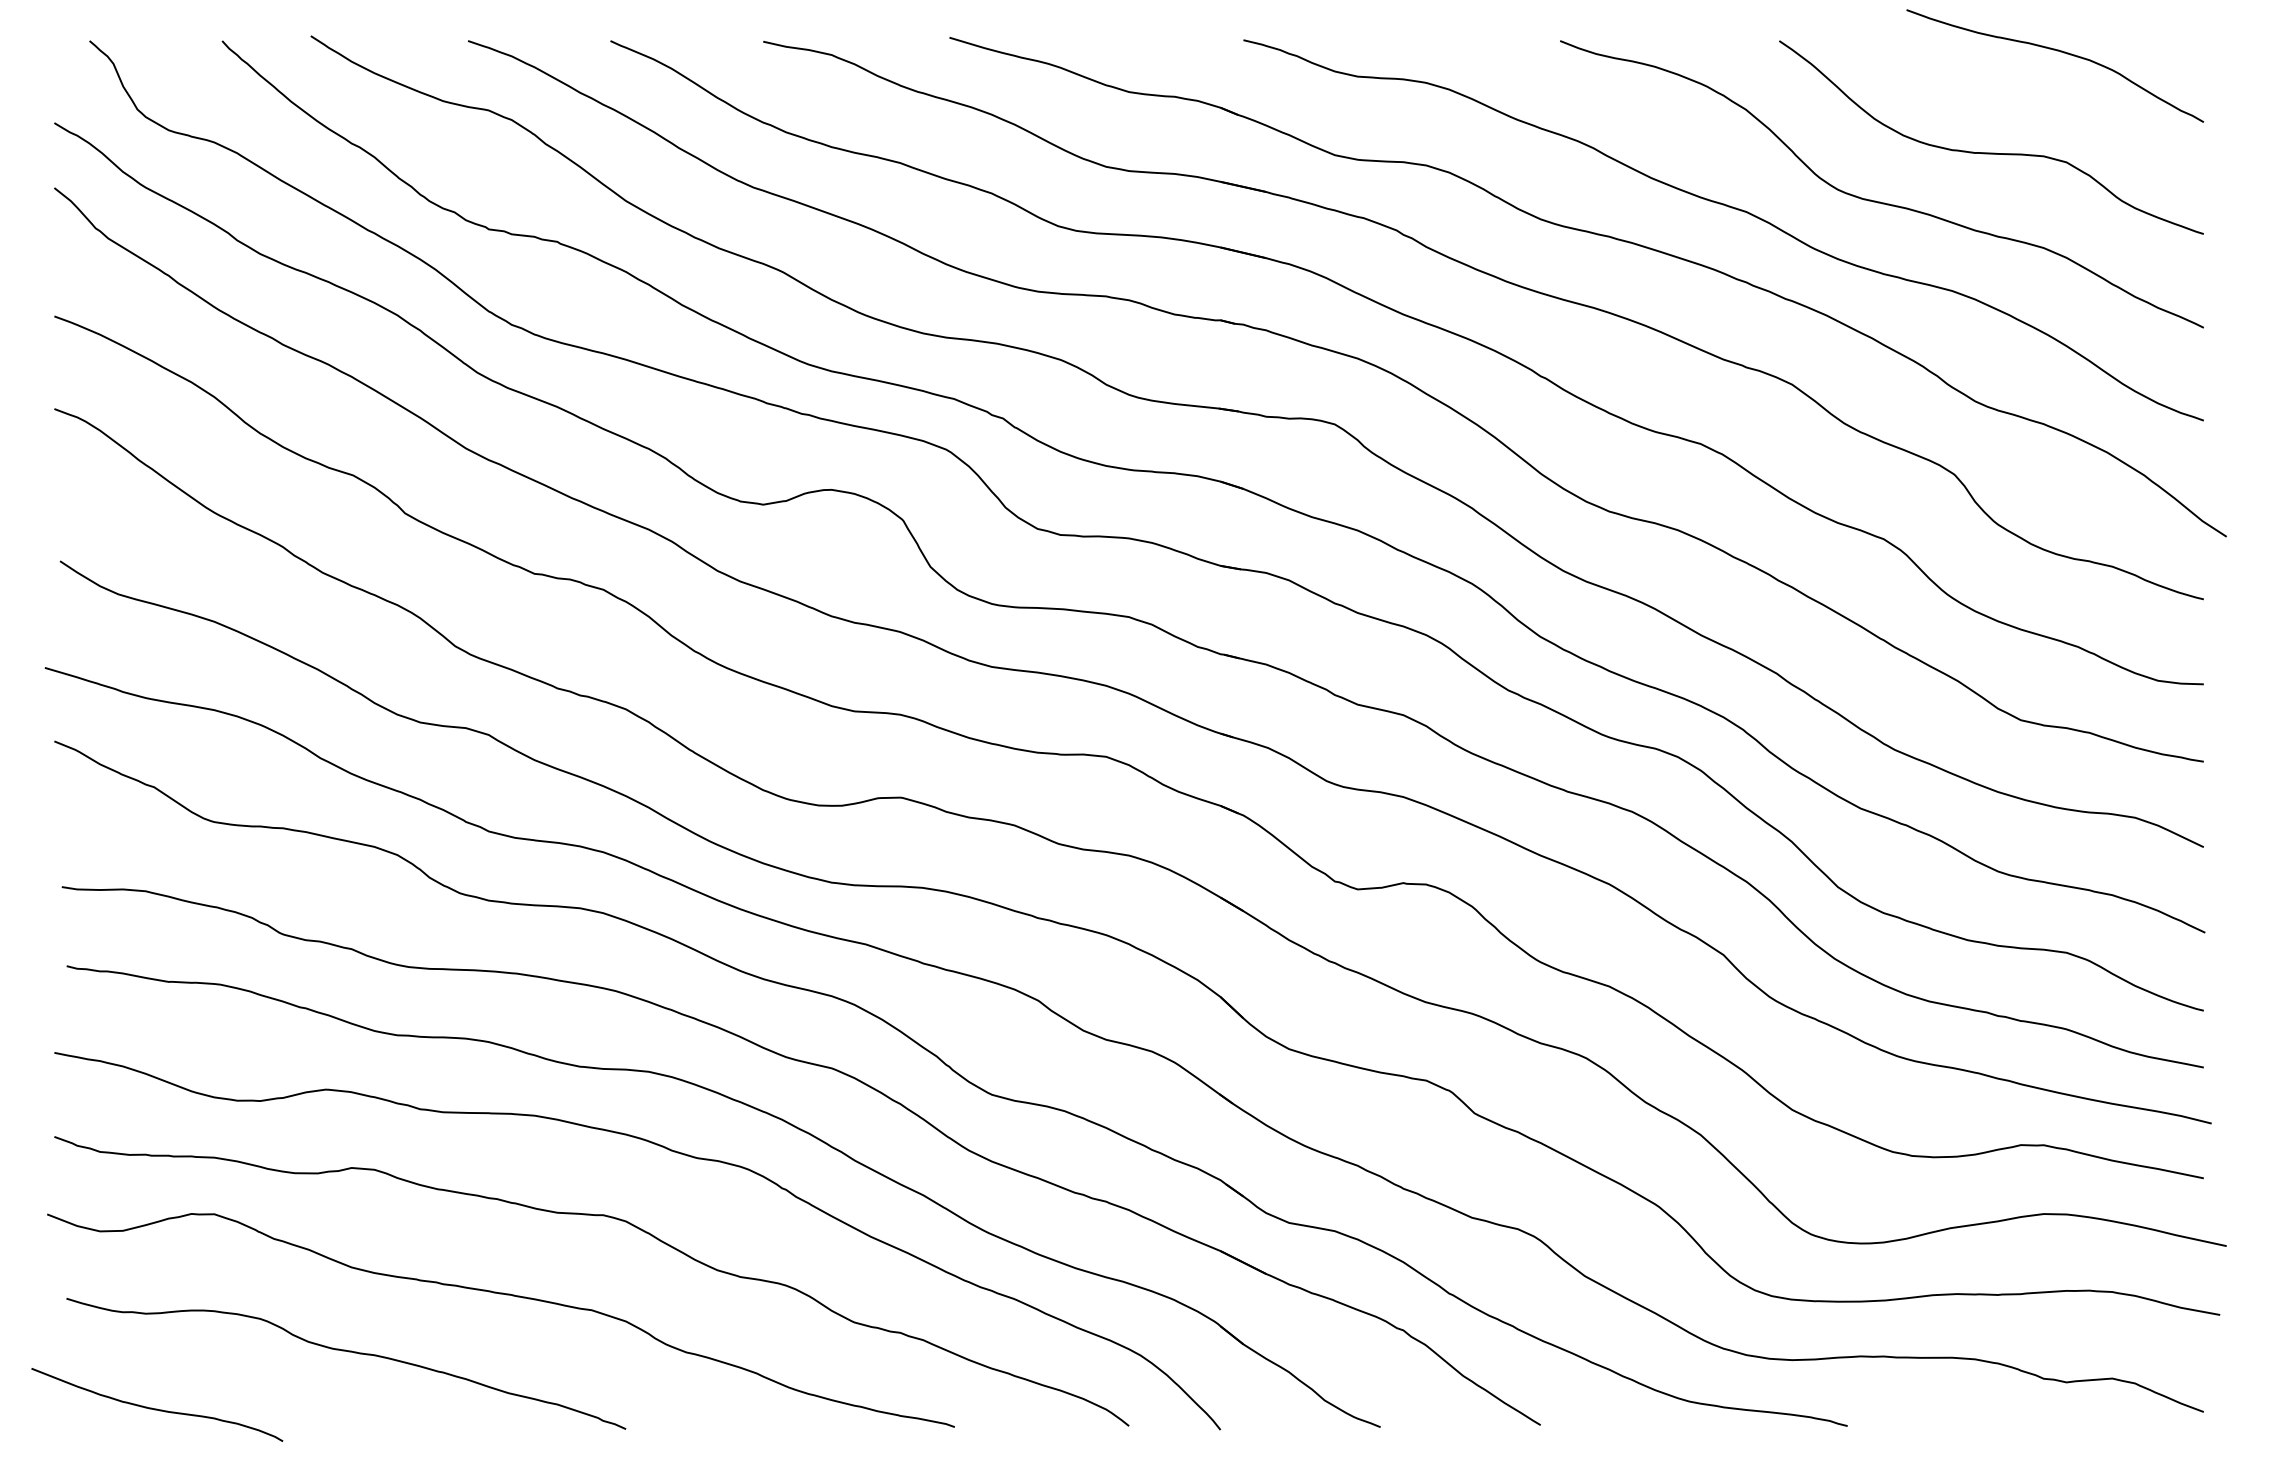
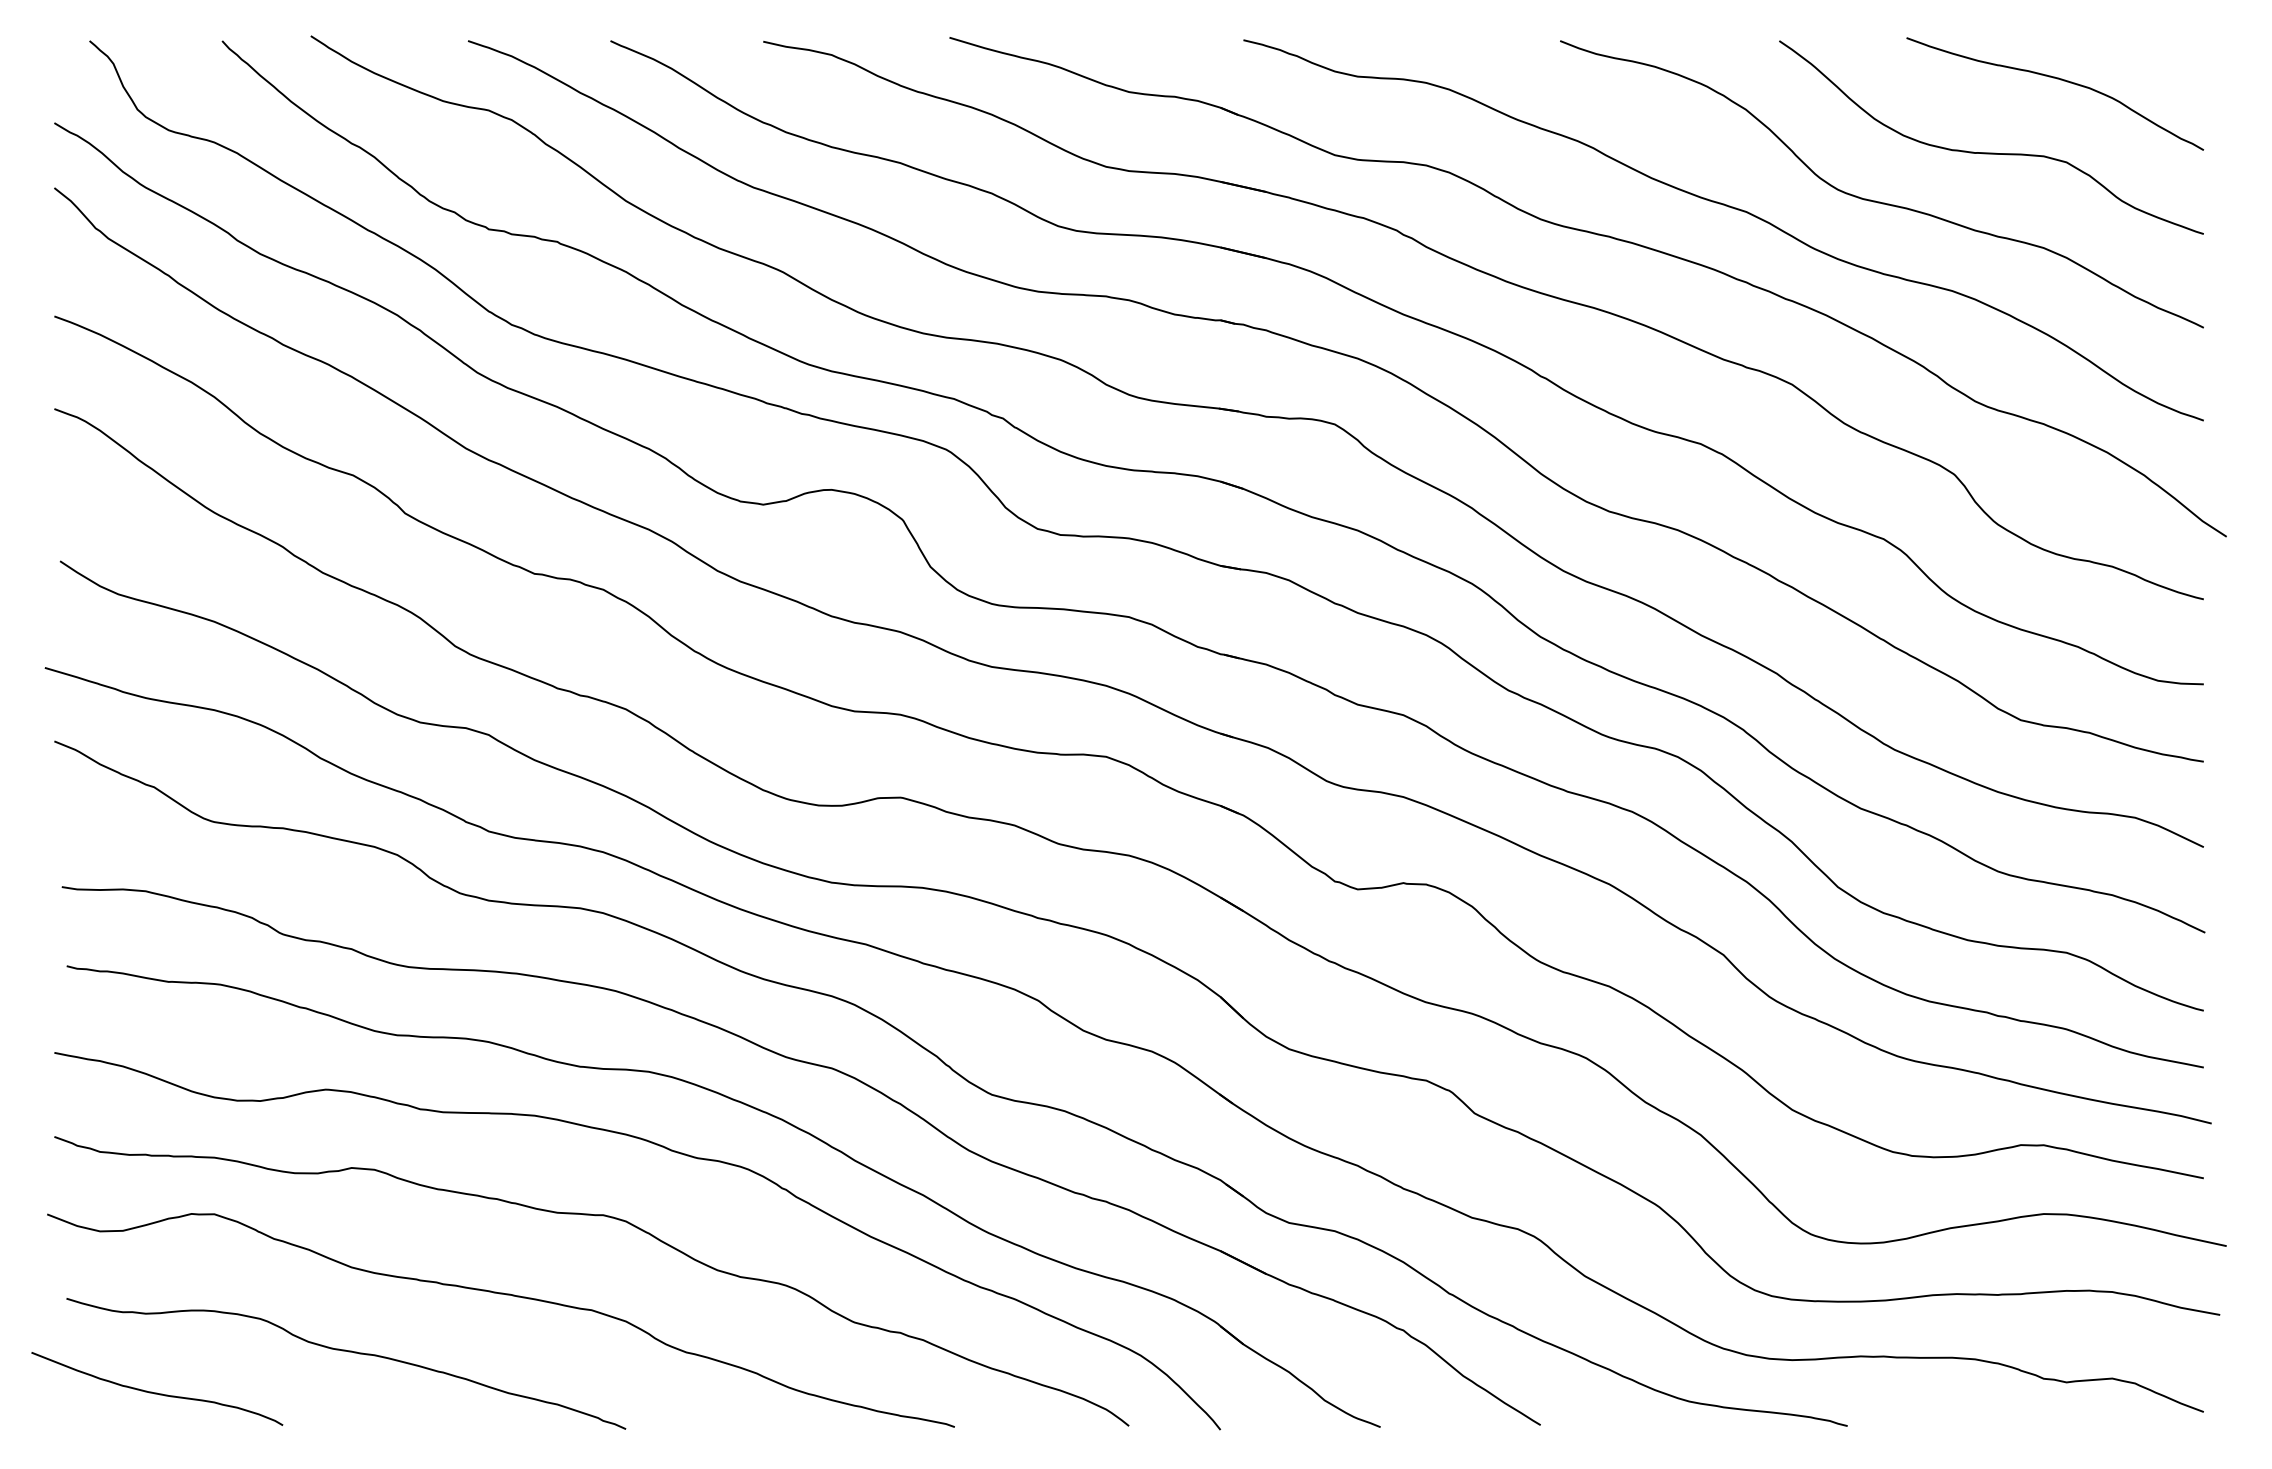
curve at (2060, 52) position: (2060, 52) -> (2060, 80)
curve at (157, 1408) position: (157, 1408) -> (157, 1392)
